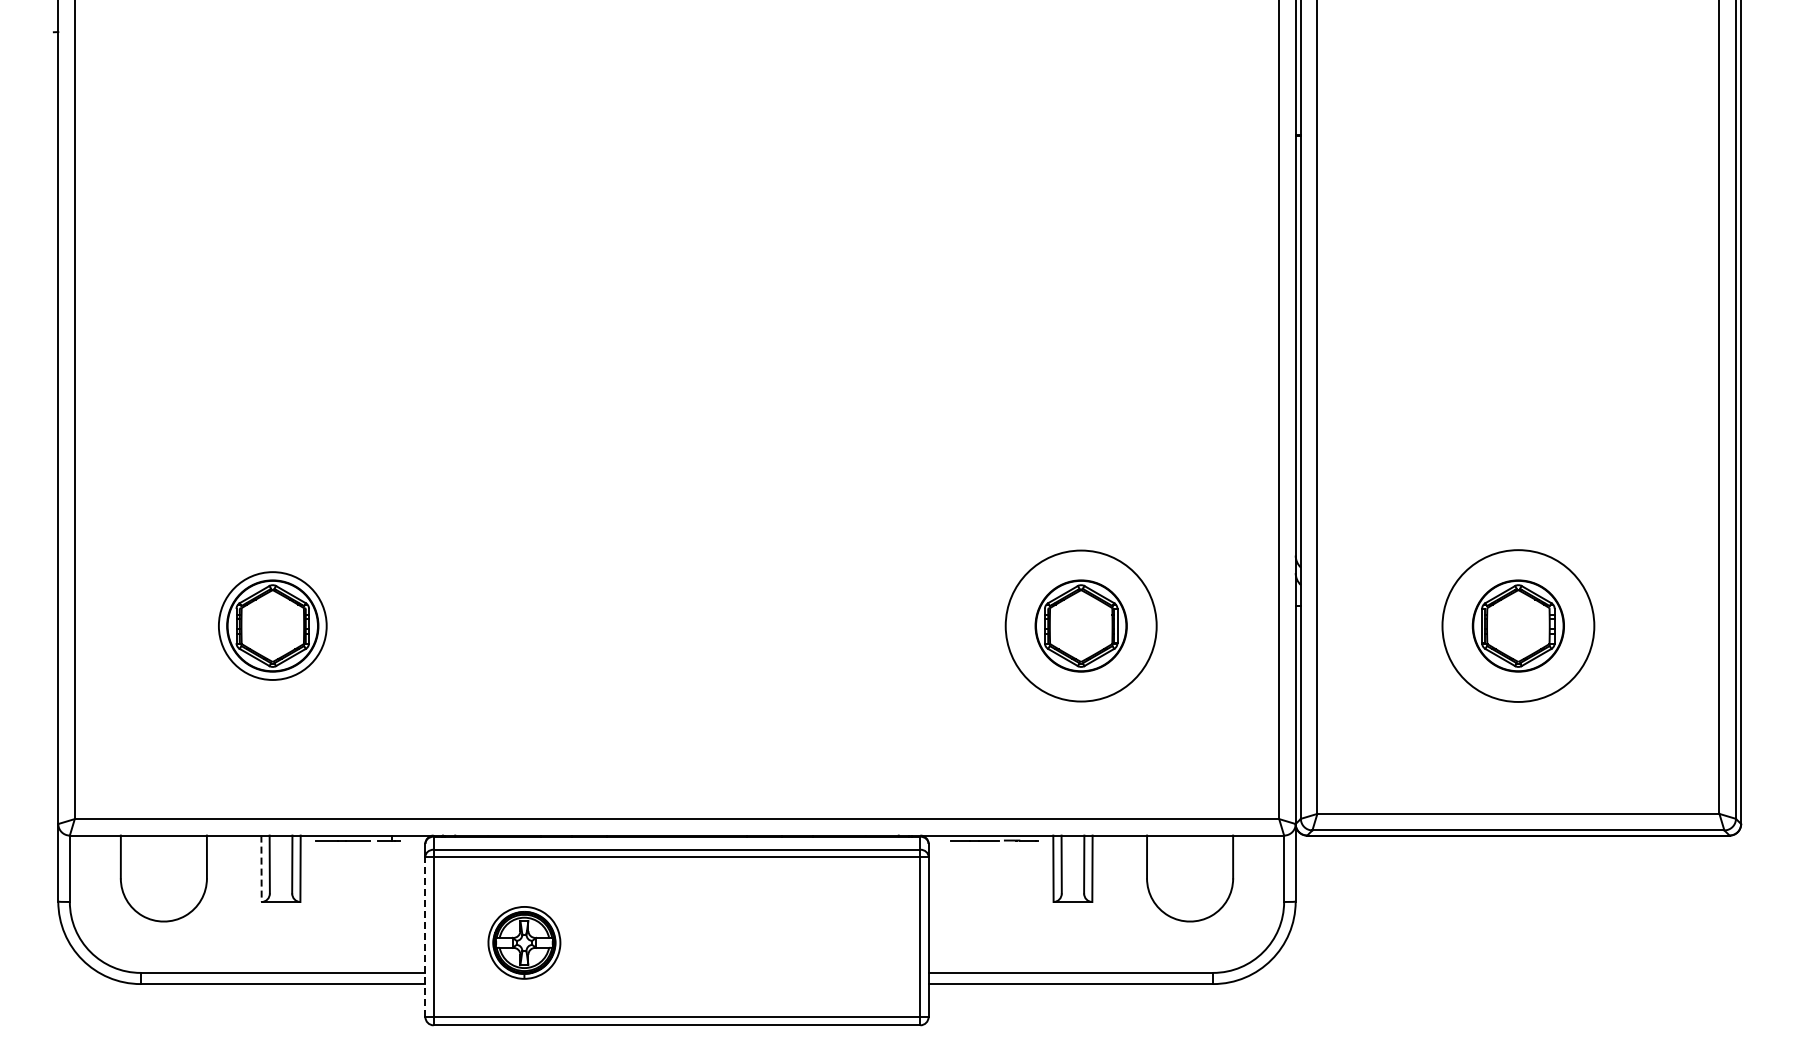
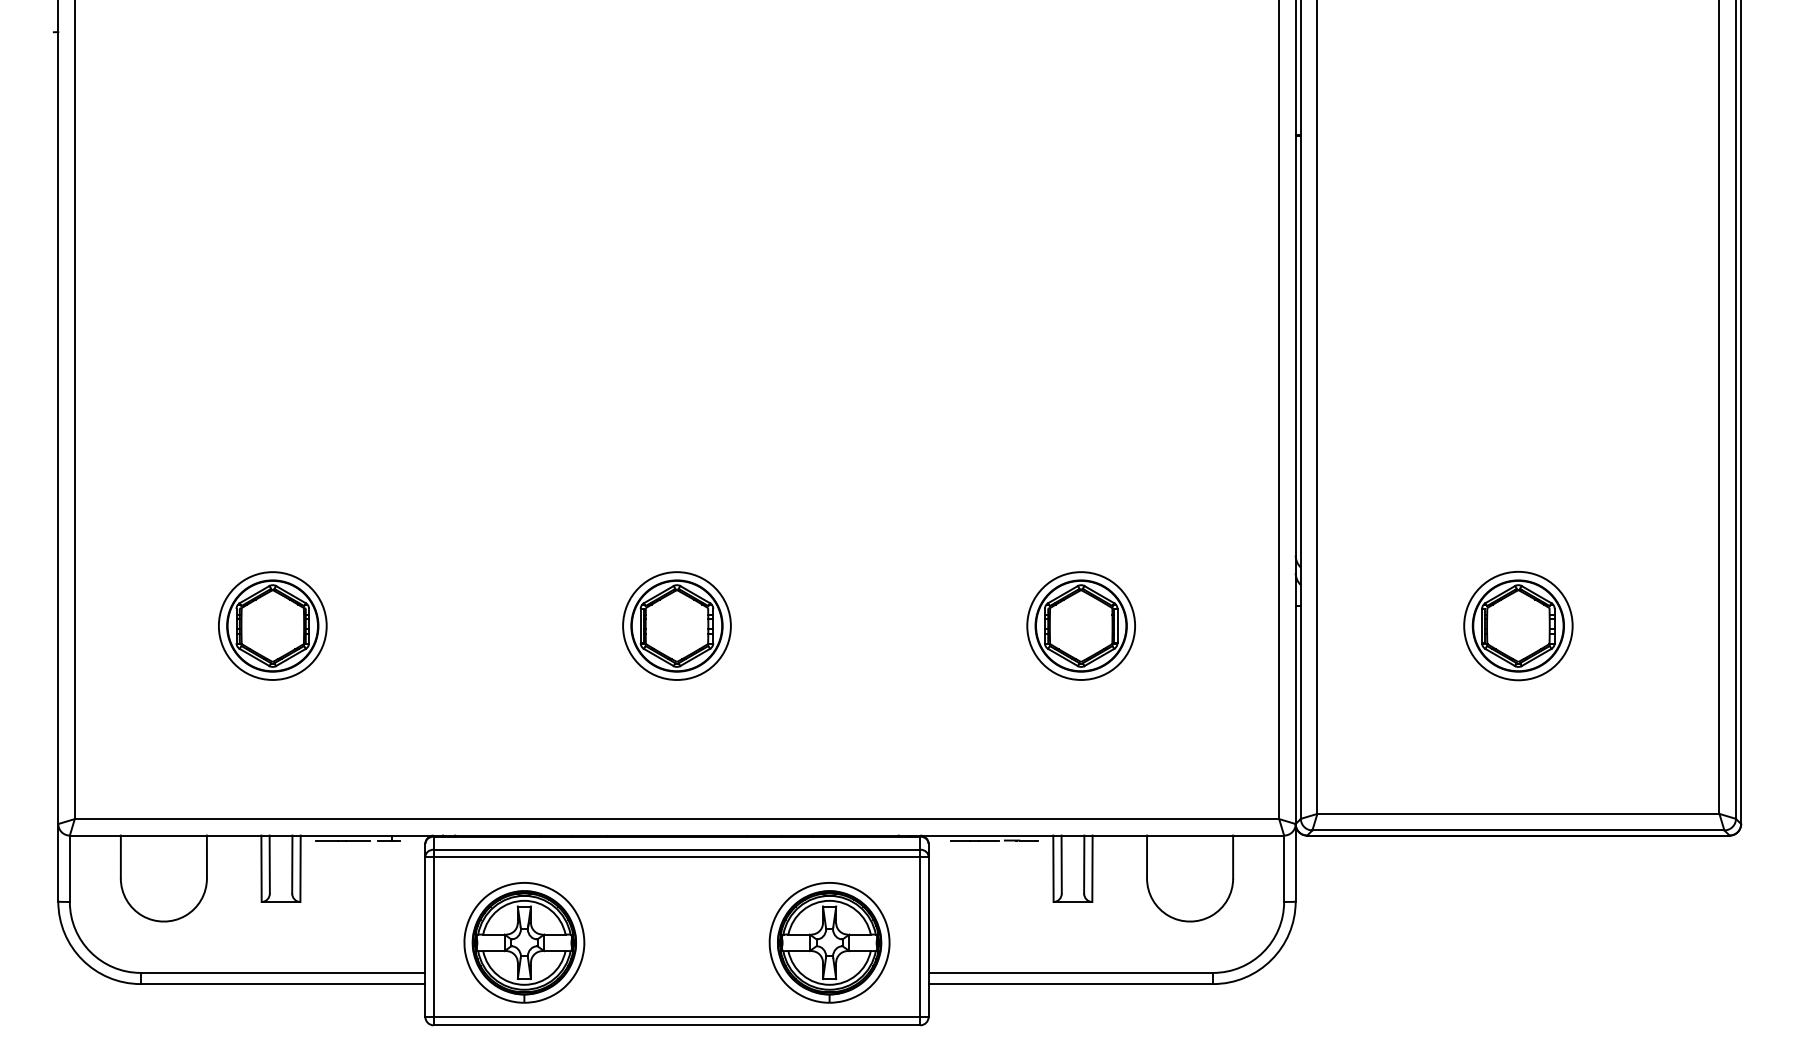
part at (676, 625): none -> present
circle at (1080, 625) diameter: 151 px -> 108 px
circle at (1518, 625) diameter: 152 px -> 108 px
line at (261, 869): dashed -> solid
line at (425, 936): dashed -> solid
part at (524, 942) size: 75x74 px -> 123x122 px
part at (829, 942): none -> present
